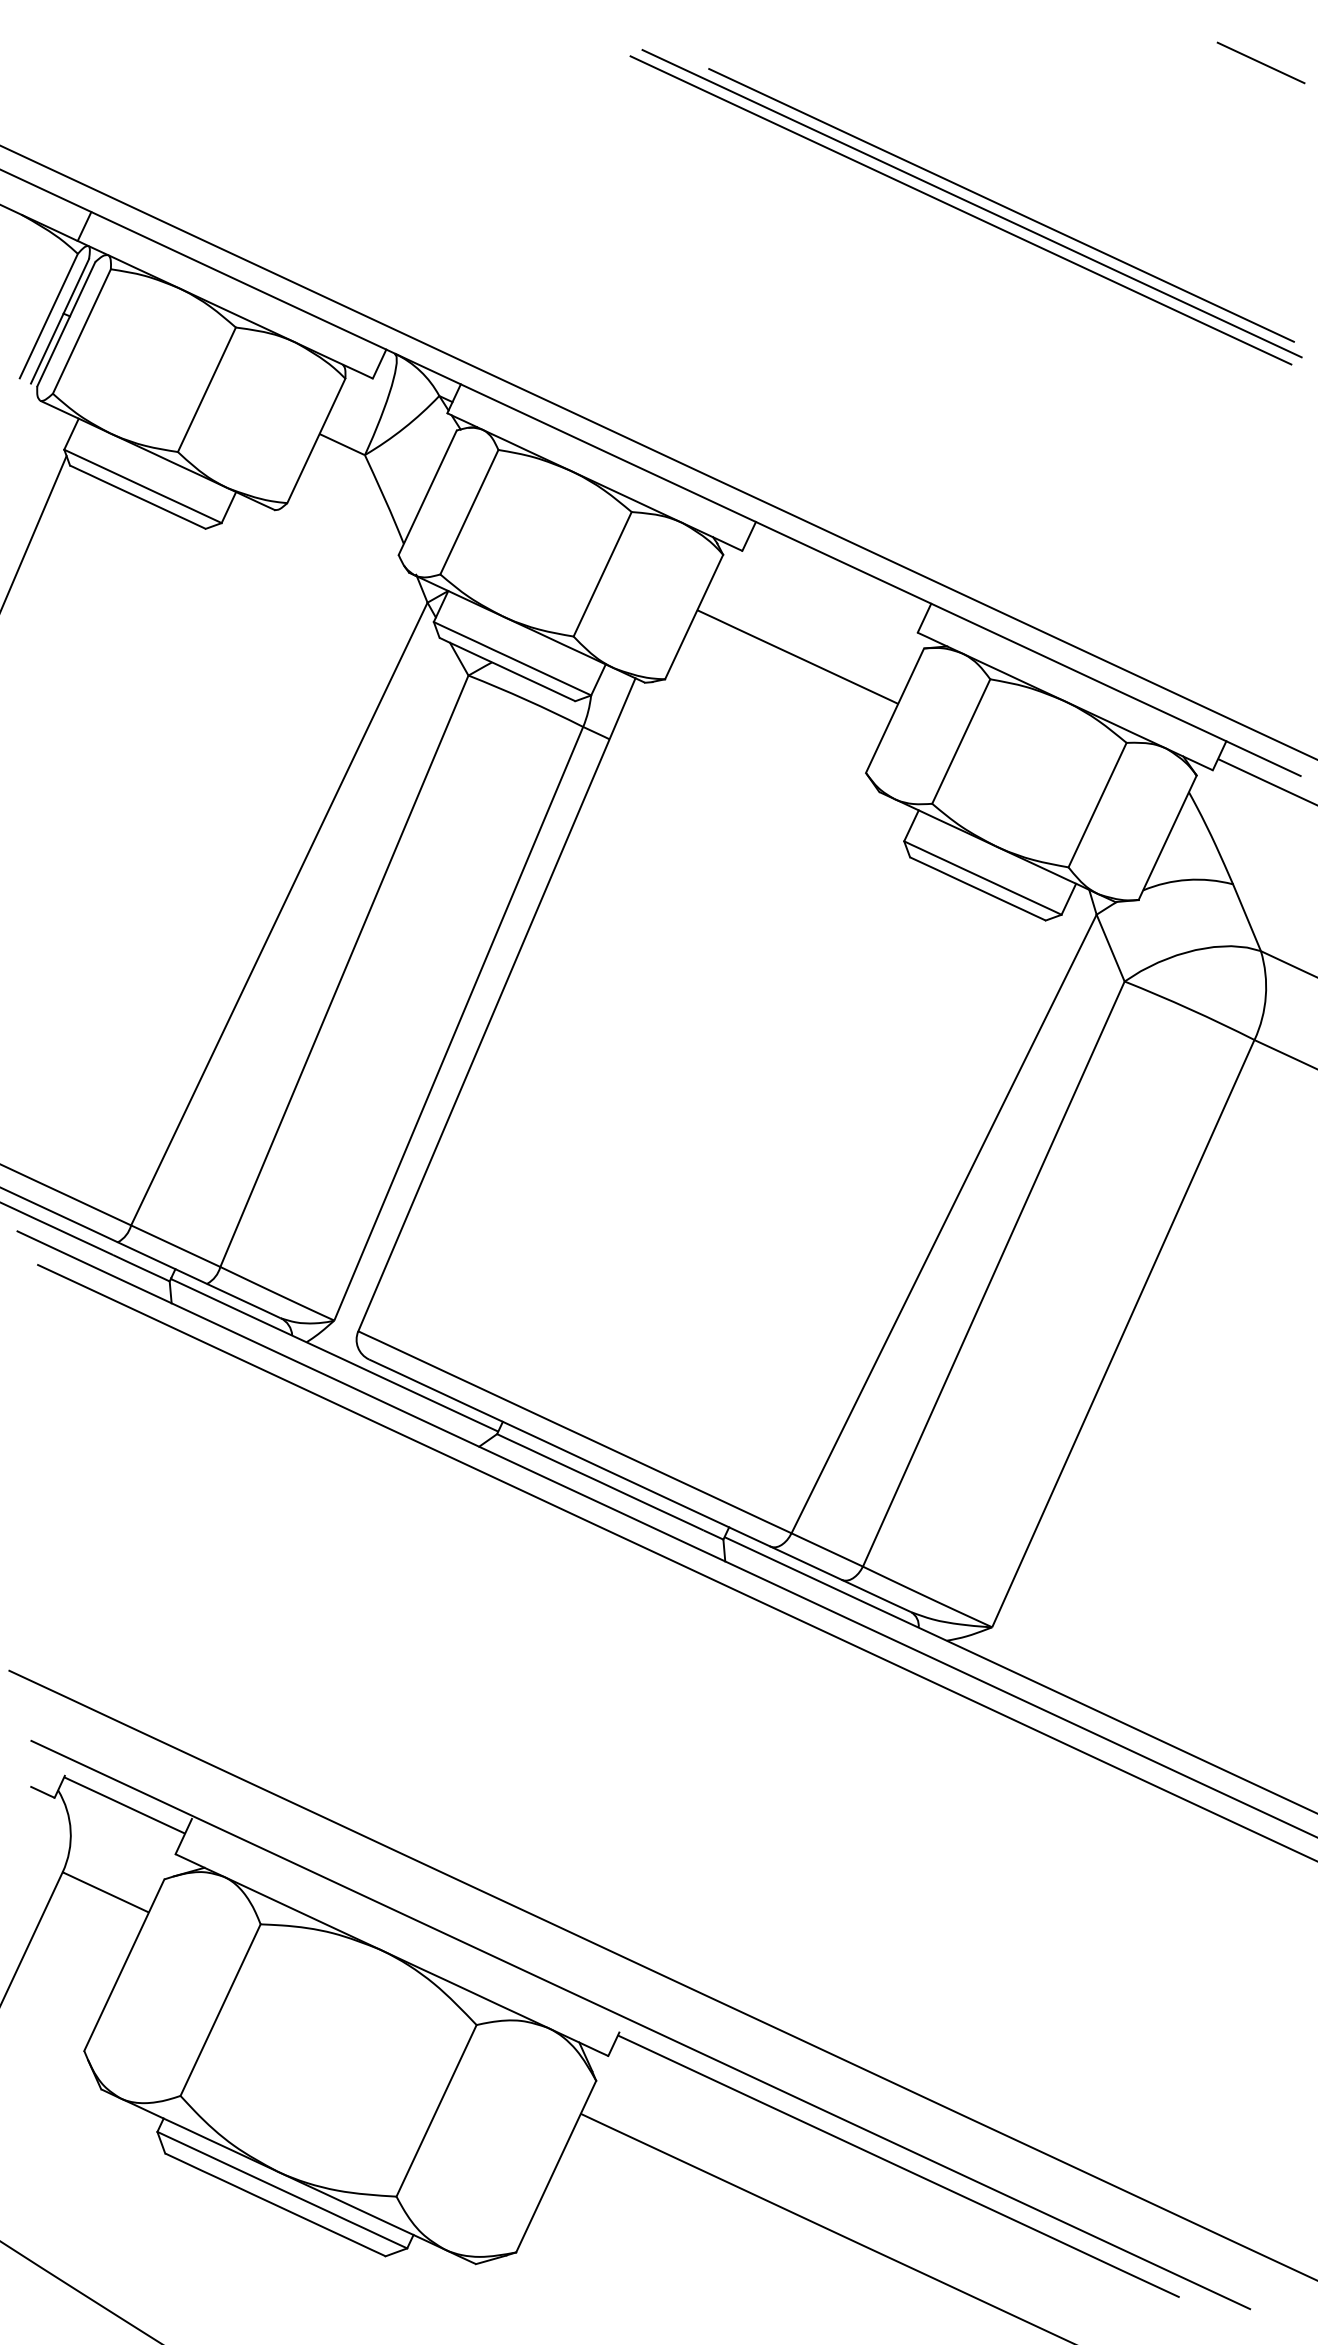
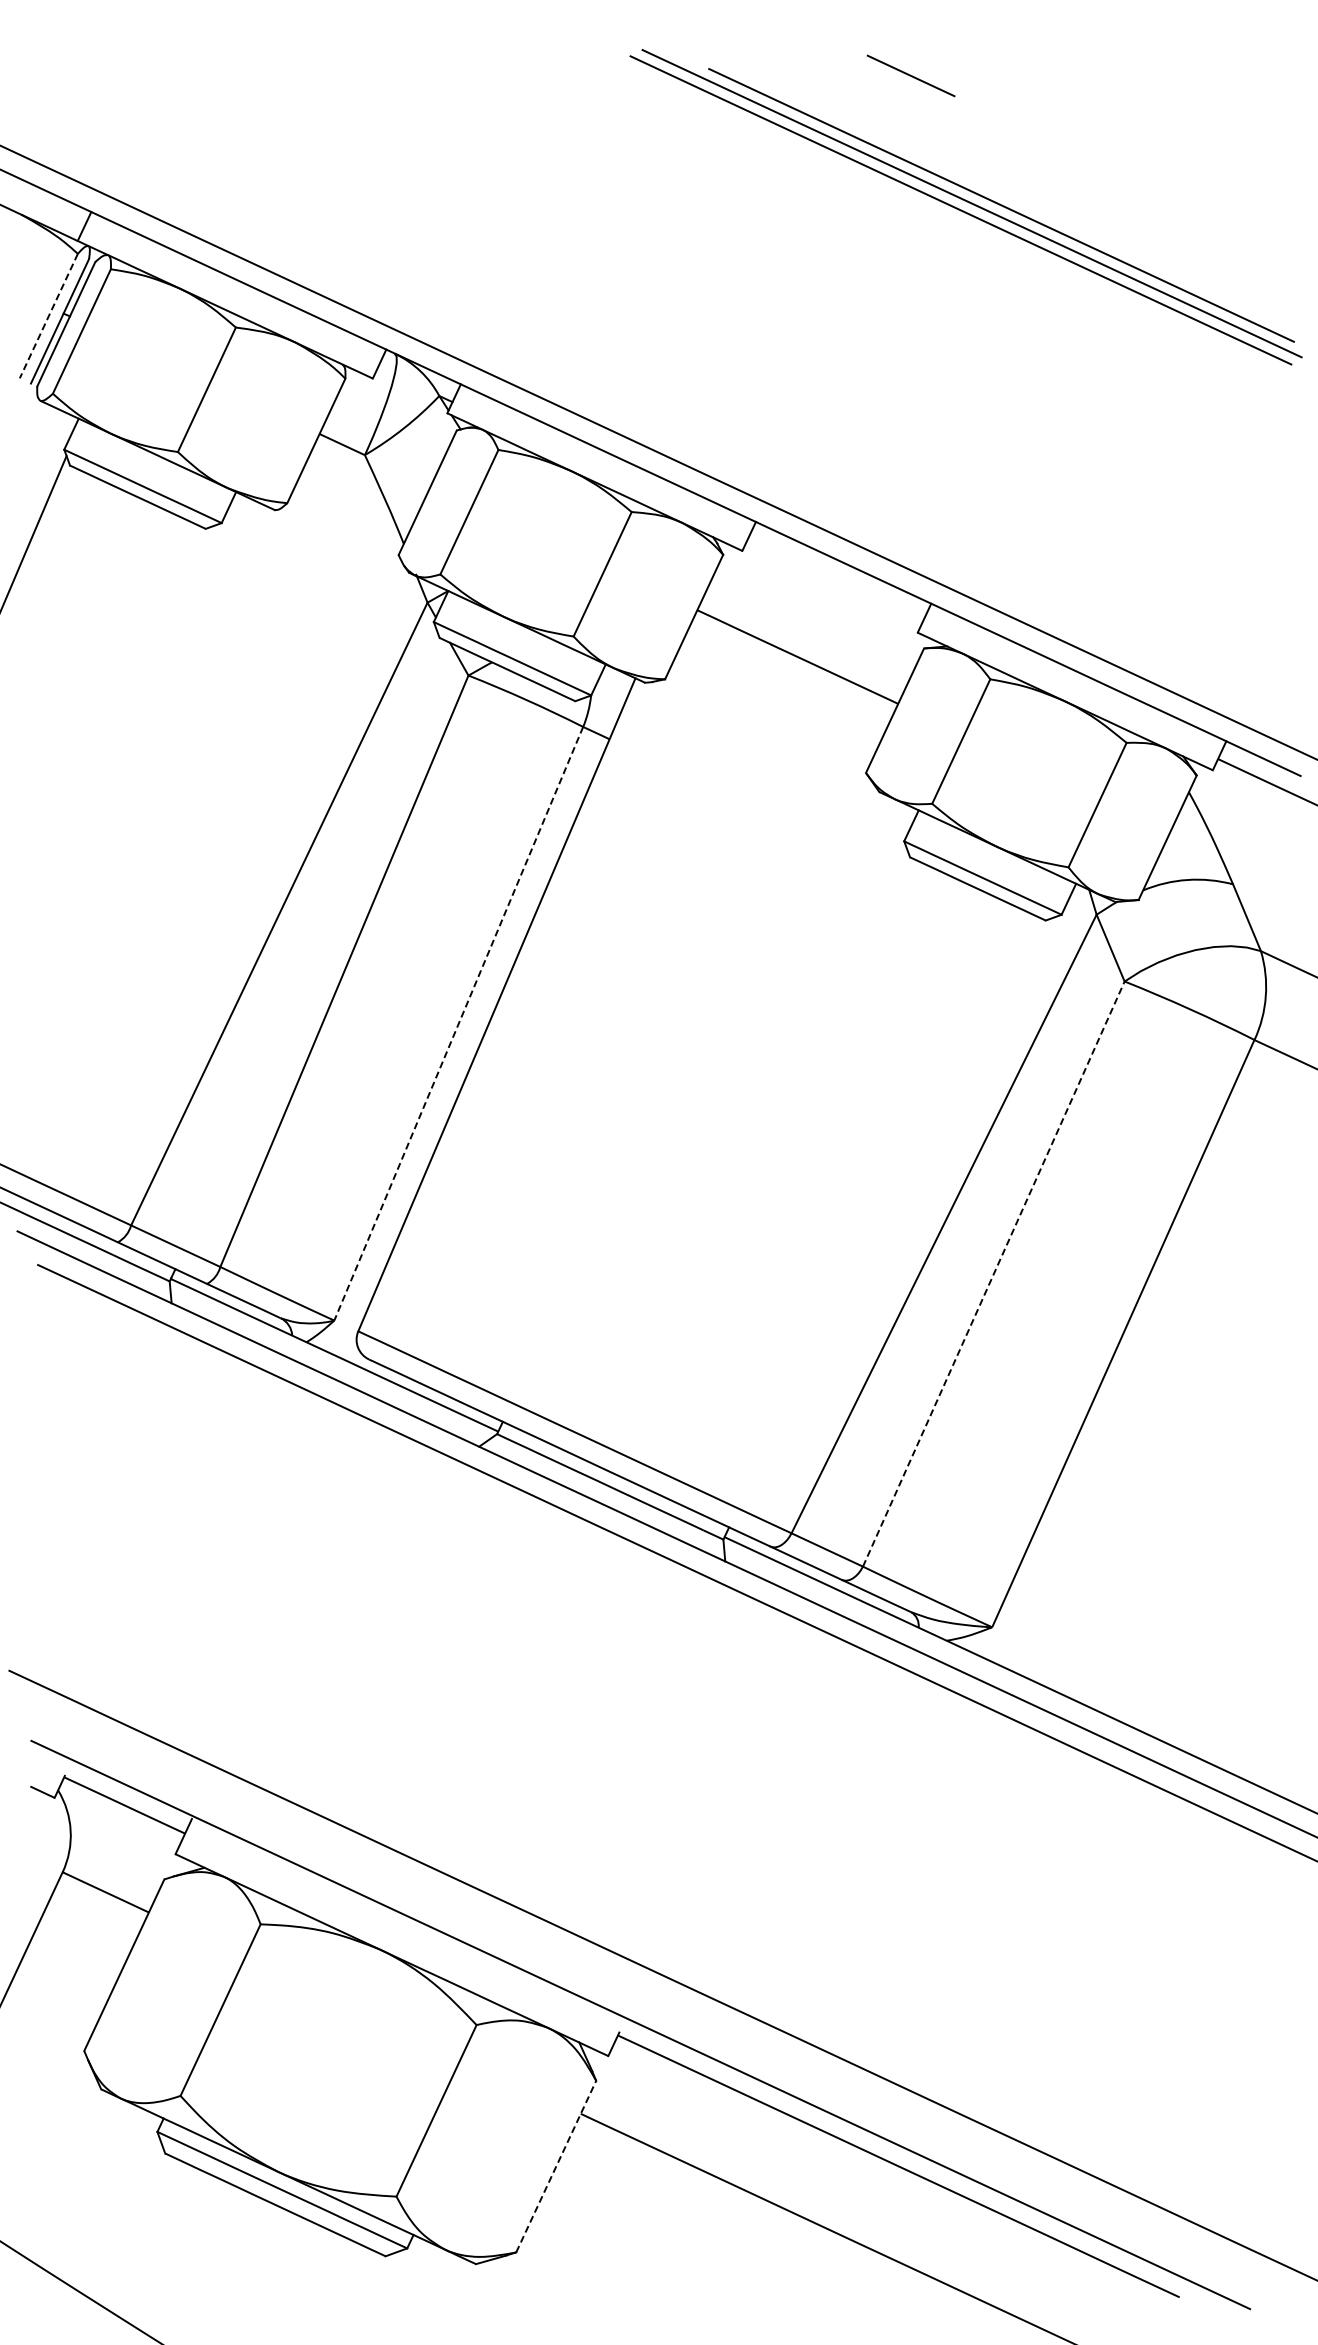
line at (1260, 62) position: (1260, 62) -> (910, 75)
line at (48, 316): solid -> dashed
line at (458, 1023): solid -> dashed
line at (994, 1273): solid -> dashed
line at (556, 2166): solid -> dashed
